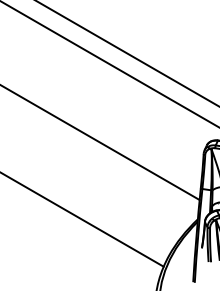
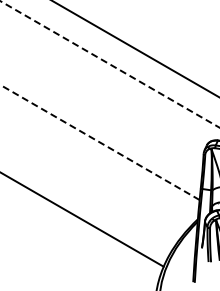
line at (127, 53) position: (127, 53) -> (135, 48)
line at (109, 64): solid -> dashed
line at (100, 142): solid -> dashed
